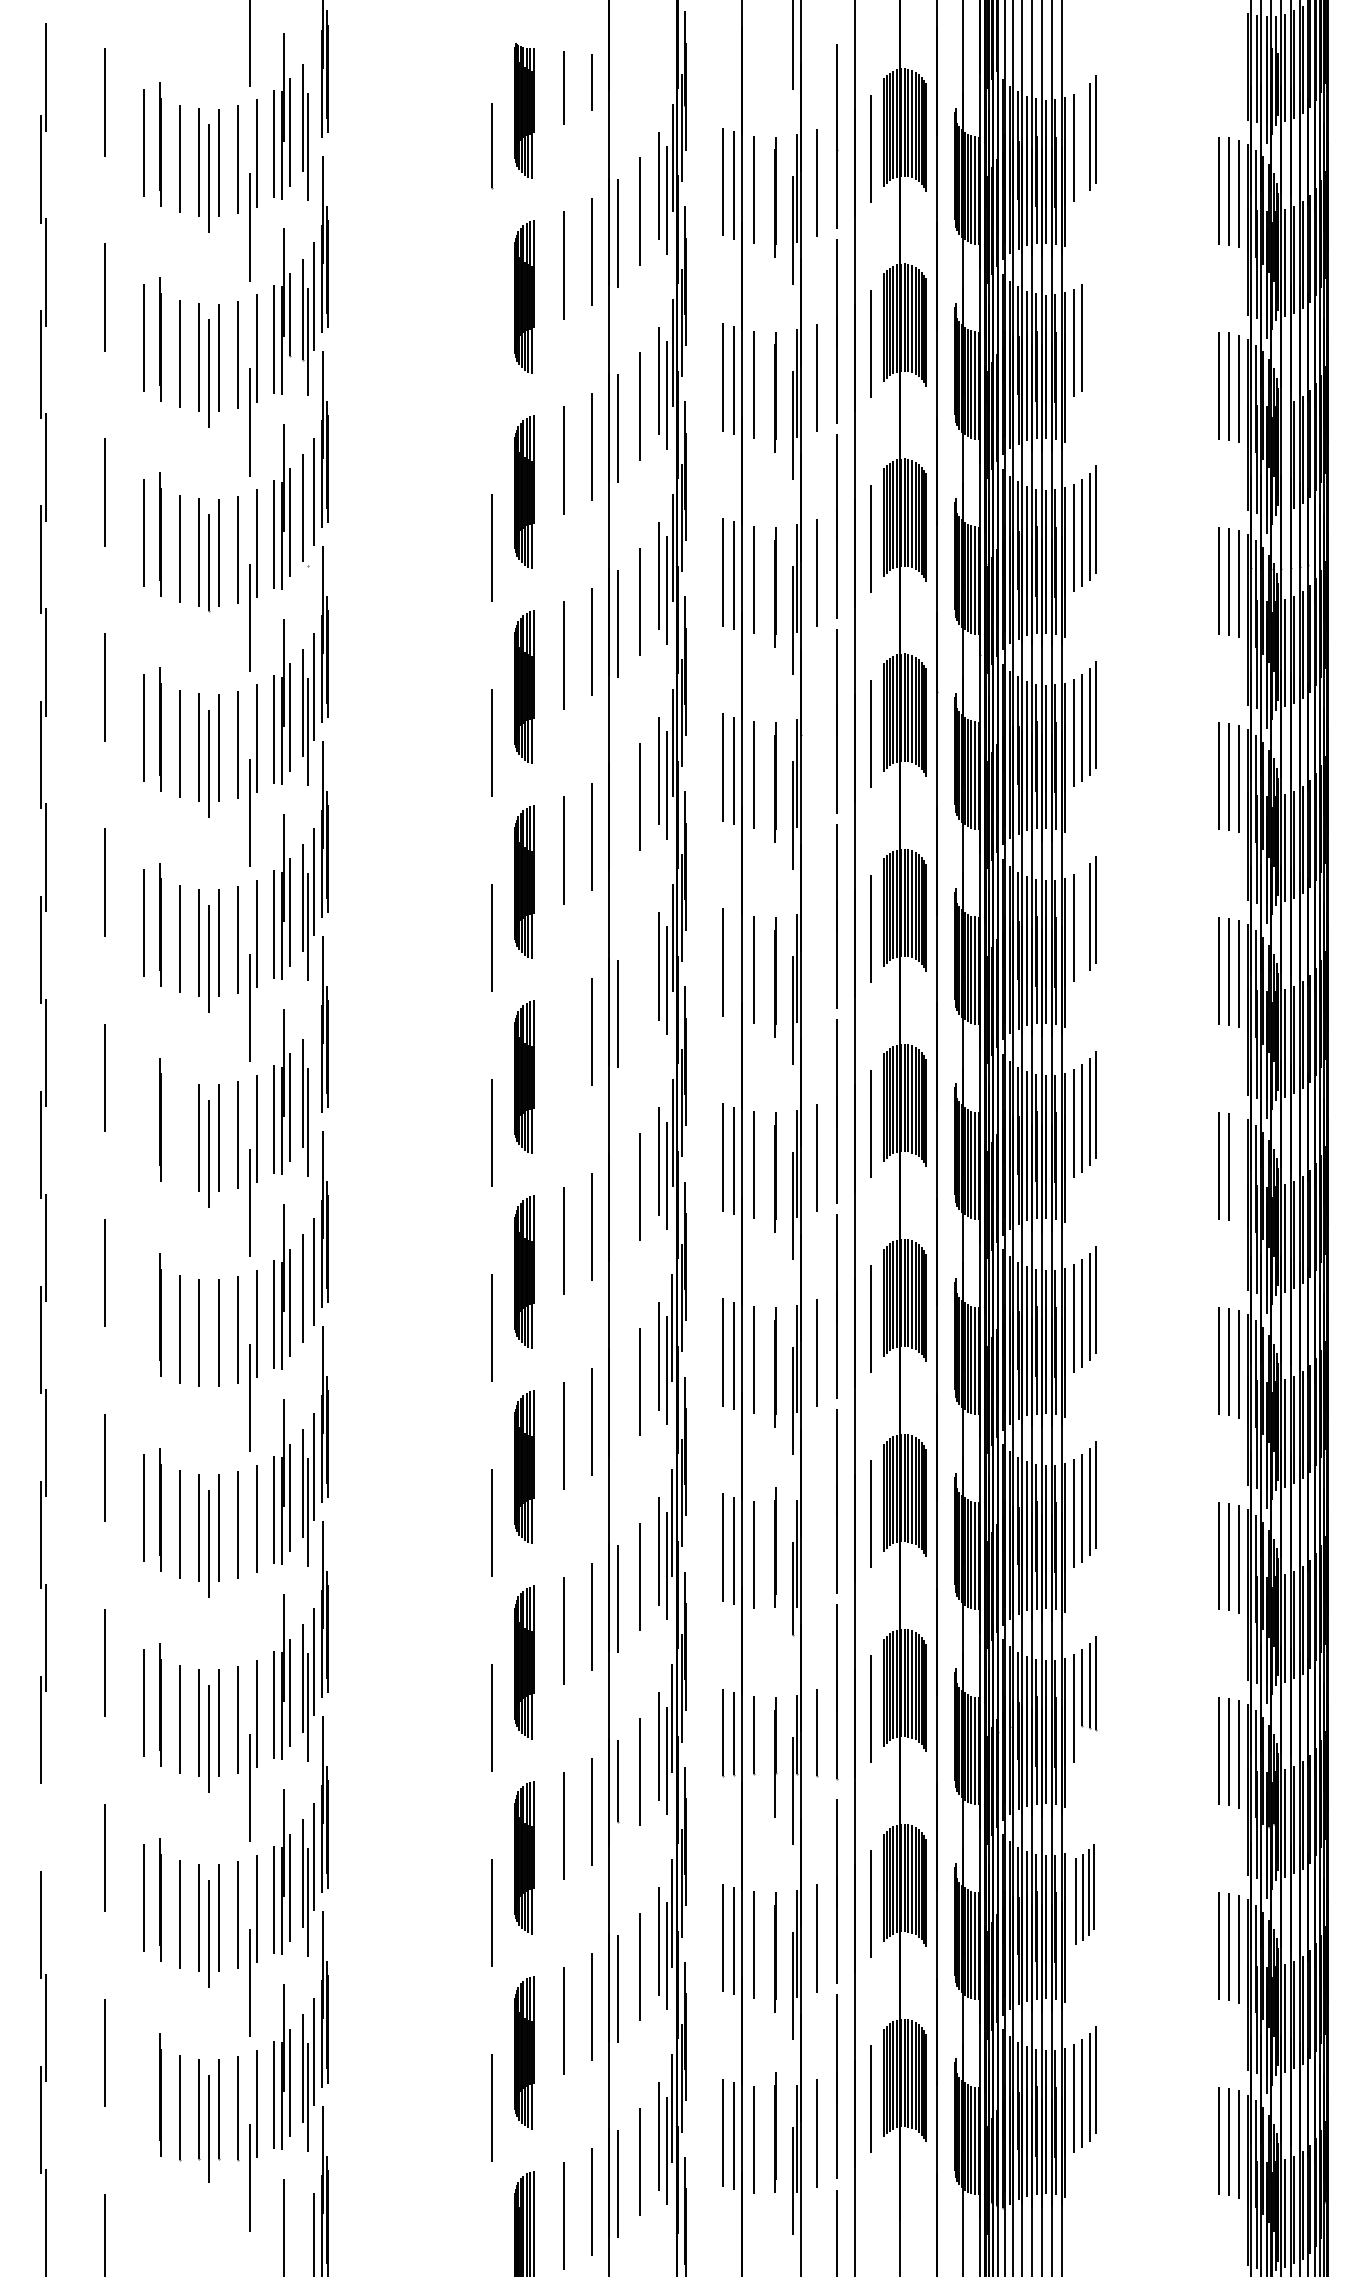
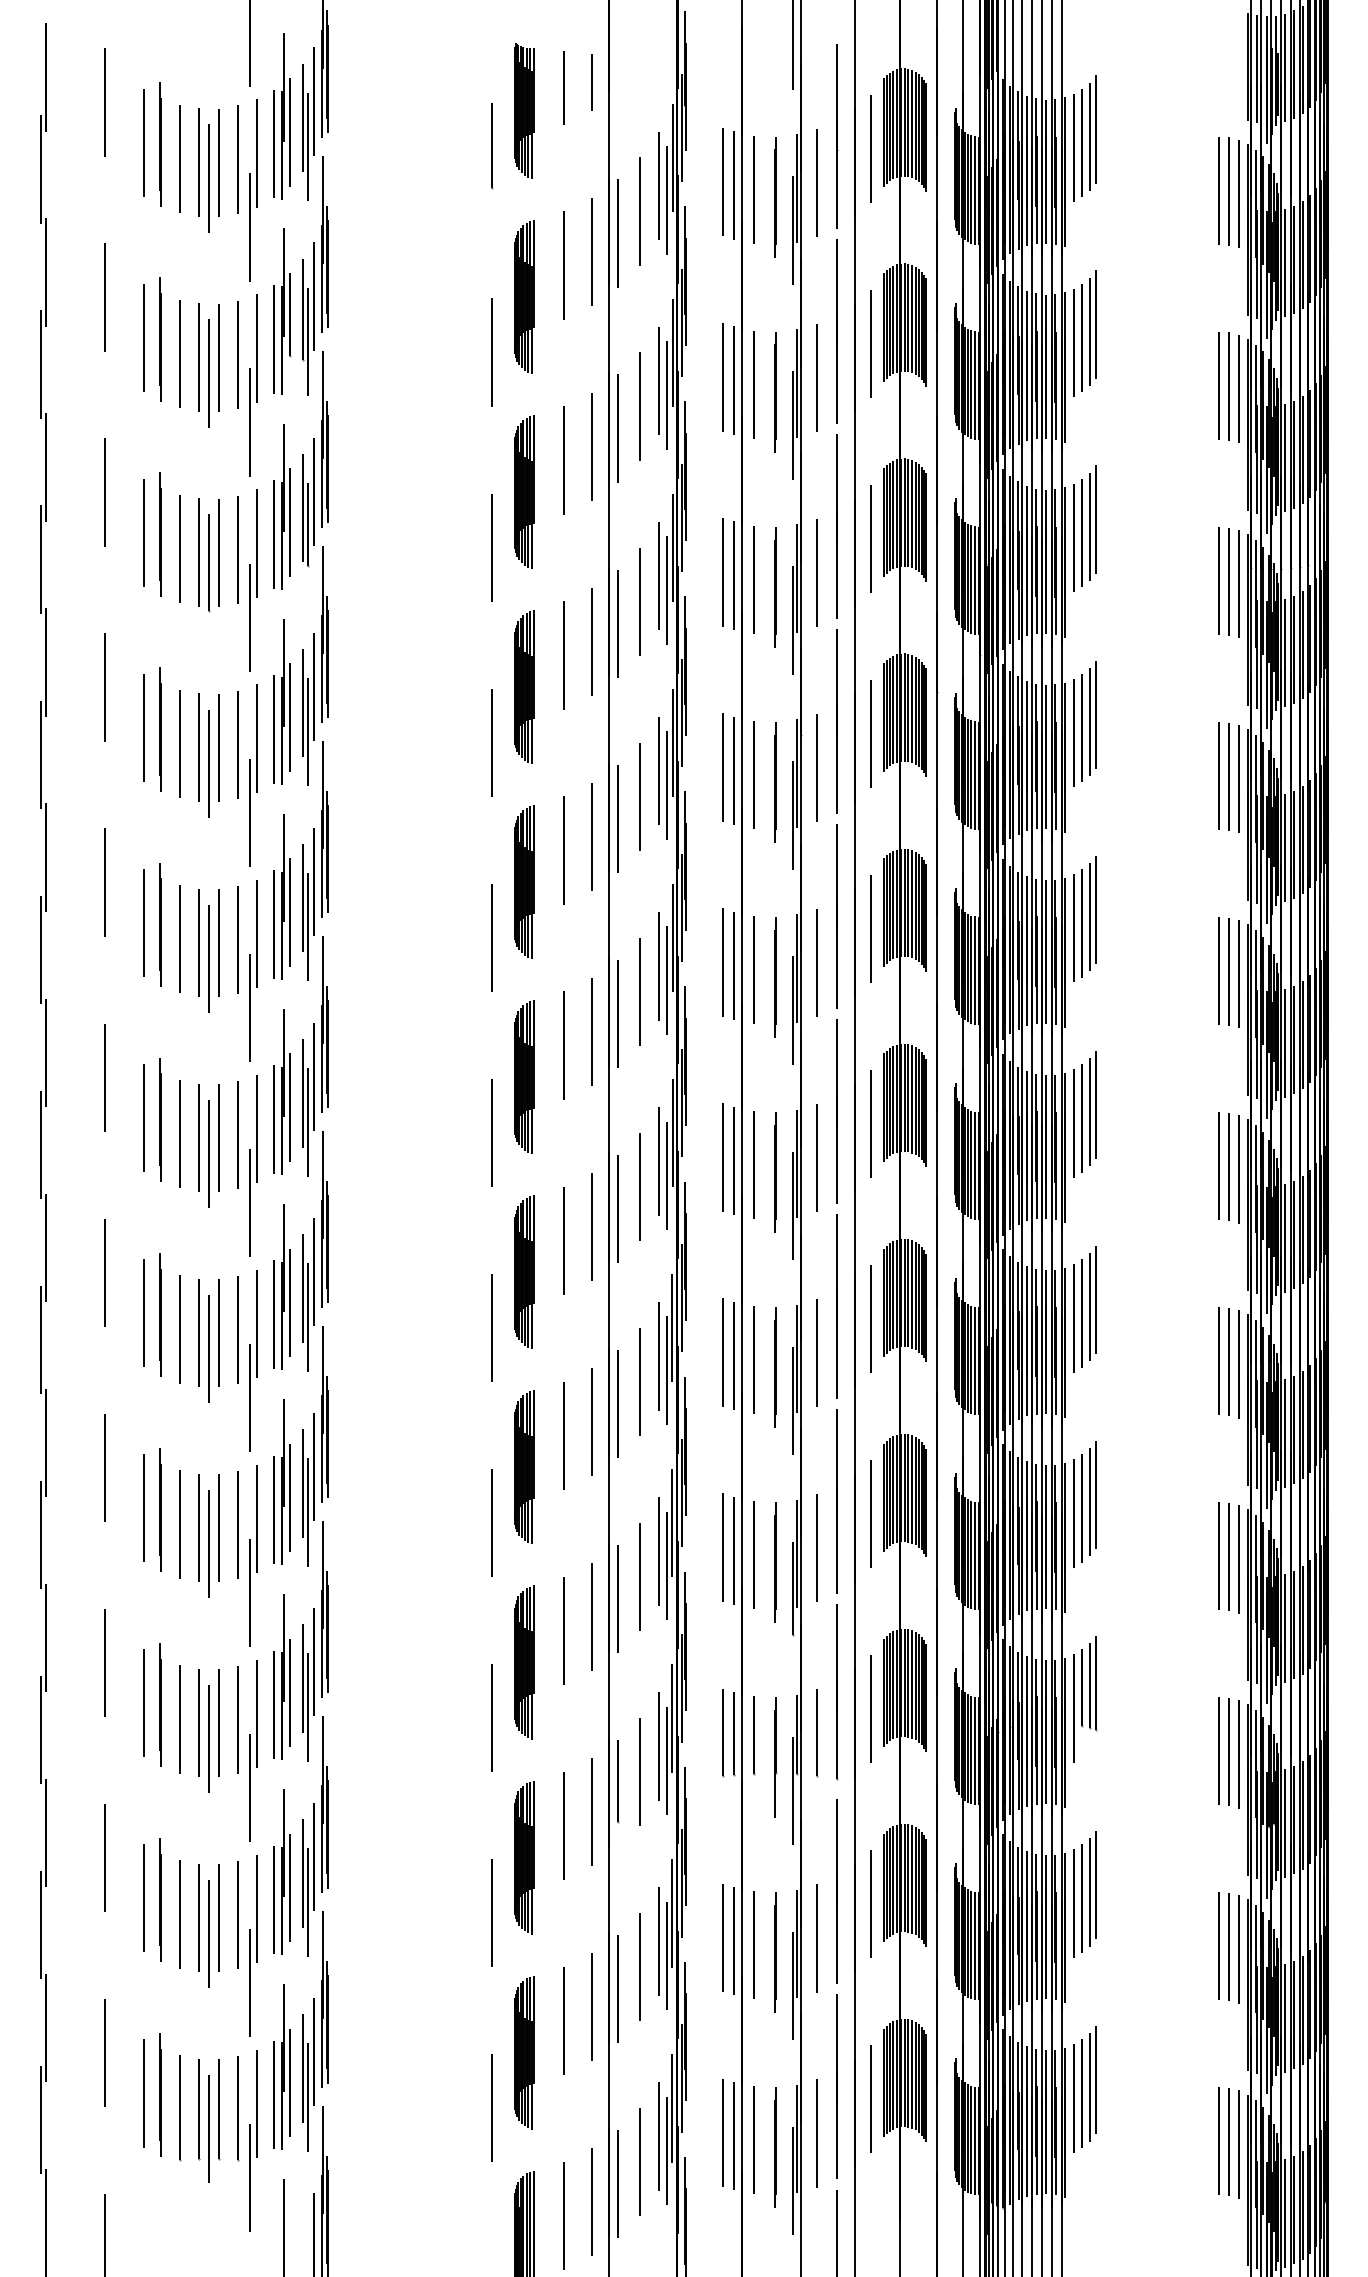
line at (313, 101): none -> present
line at (1082, 142): none -> present
line at (1096, 324): none -> present
line at (1089, 331): none -> present
line at (492, 352): none -> present
line at (1285, 457): none -> present
line at (308, 524): none -> present
line at (817, 767): none -> present
line at (617, 818): none -> present
line at (1082, 923): none -> present
line at (817, 962): none -> present
line at (733, 965): none -> present
line at (640, 991): none -> present
line at (563, 1045): none -> present
line at (313, 1076): none -> present
line at (144, 1117): none -> present
line at (179, 1133): none -> present
line at (1238, 1169): none -> present
line at (617, 1208): none -> present
line at (143, 1312): none -> present
line at (308, 1317): none -> present
line at (208, 1348): none -> present
line at (617, 1403): none -> present
line at (775, 1547) position: (775, 1547) -> (775, 1562)
line at (817, 1548): none -> present
line at (250, 1592): none -> present
line at (46, 1832): none -> present
part at (1084, 1894) size: 20x101 px -> 24x127 px
line at (144, 2093): none -> present
line at (775, 2132) position: (775, 2132) -> (775, 2147)
